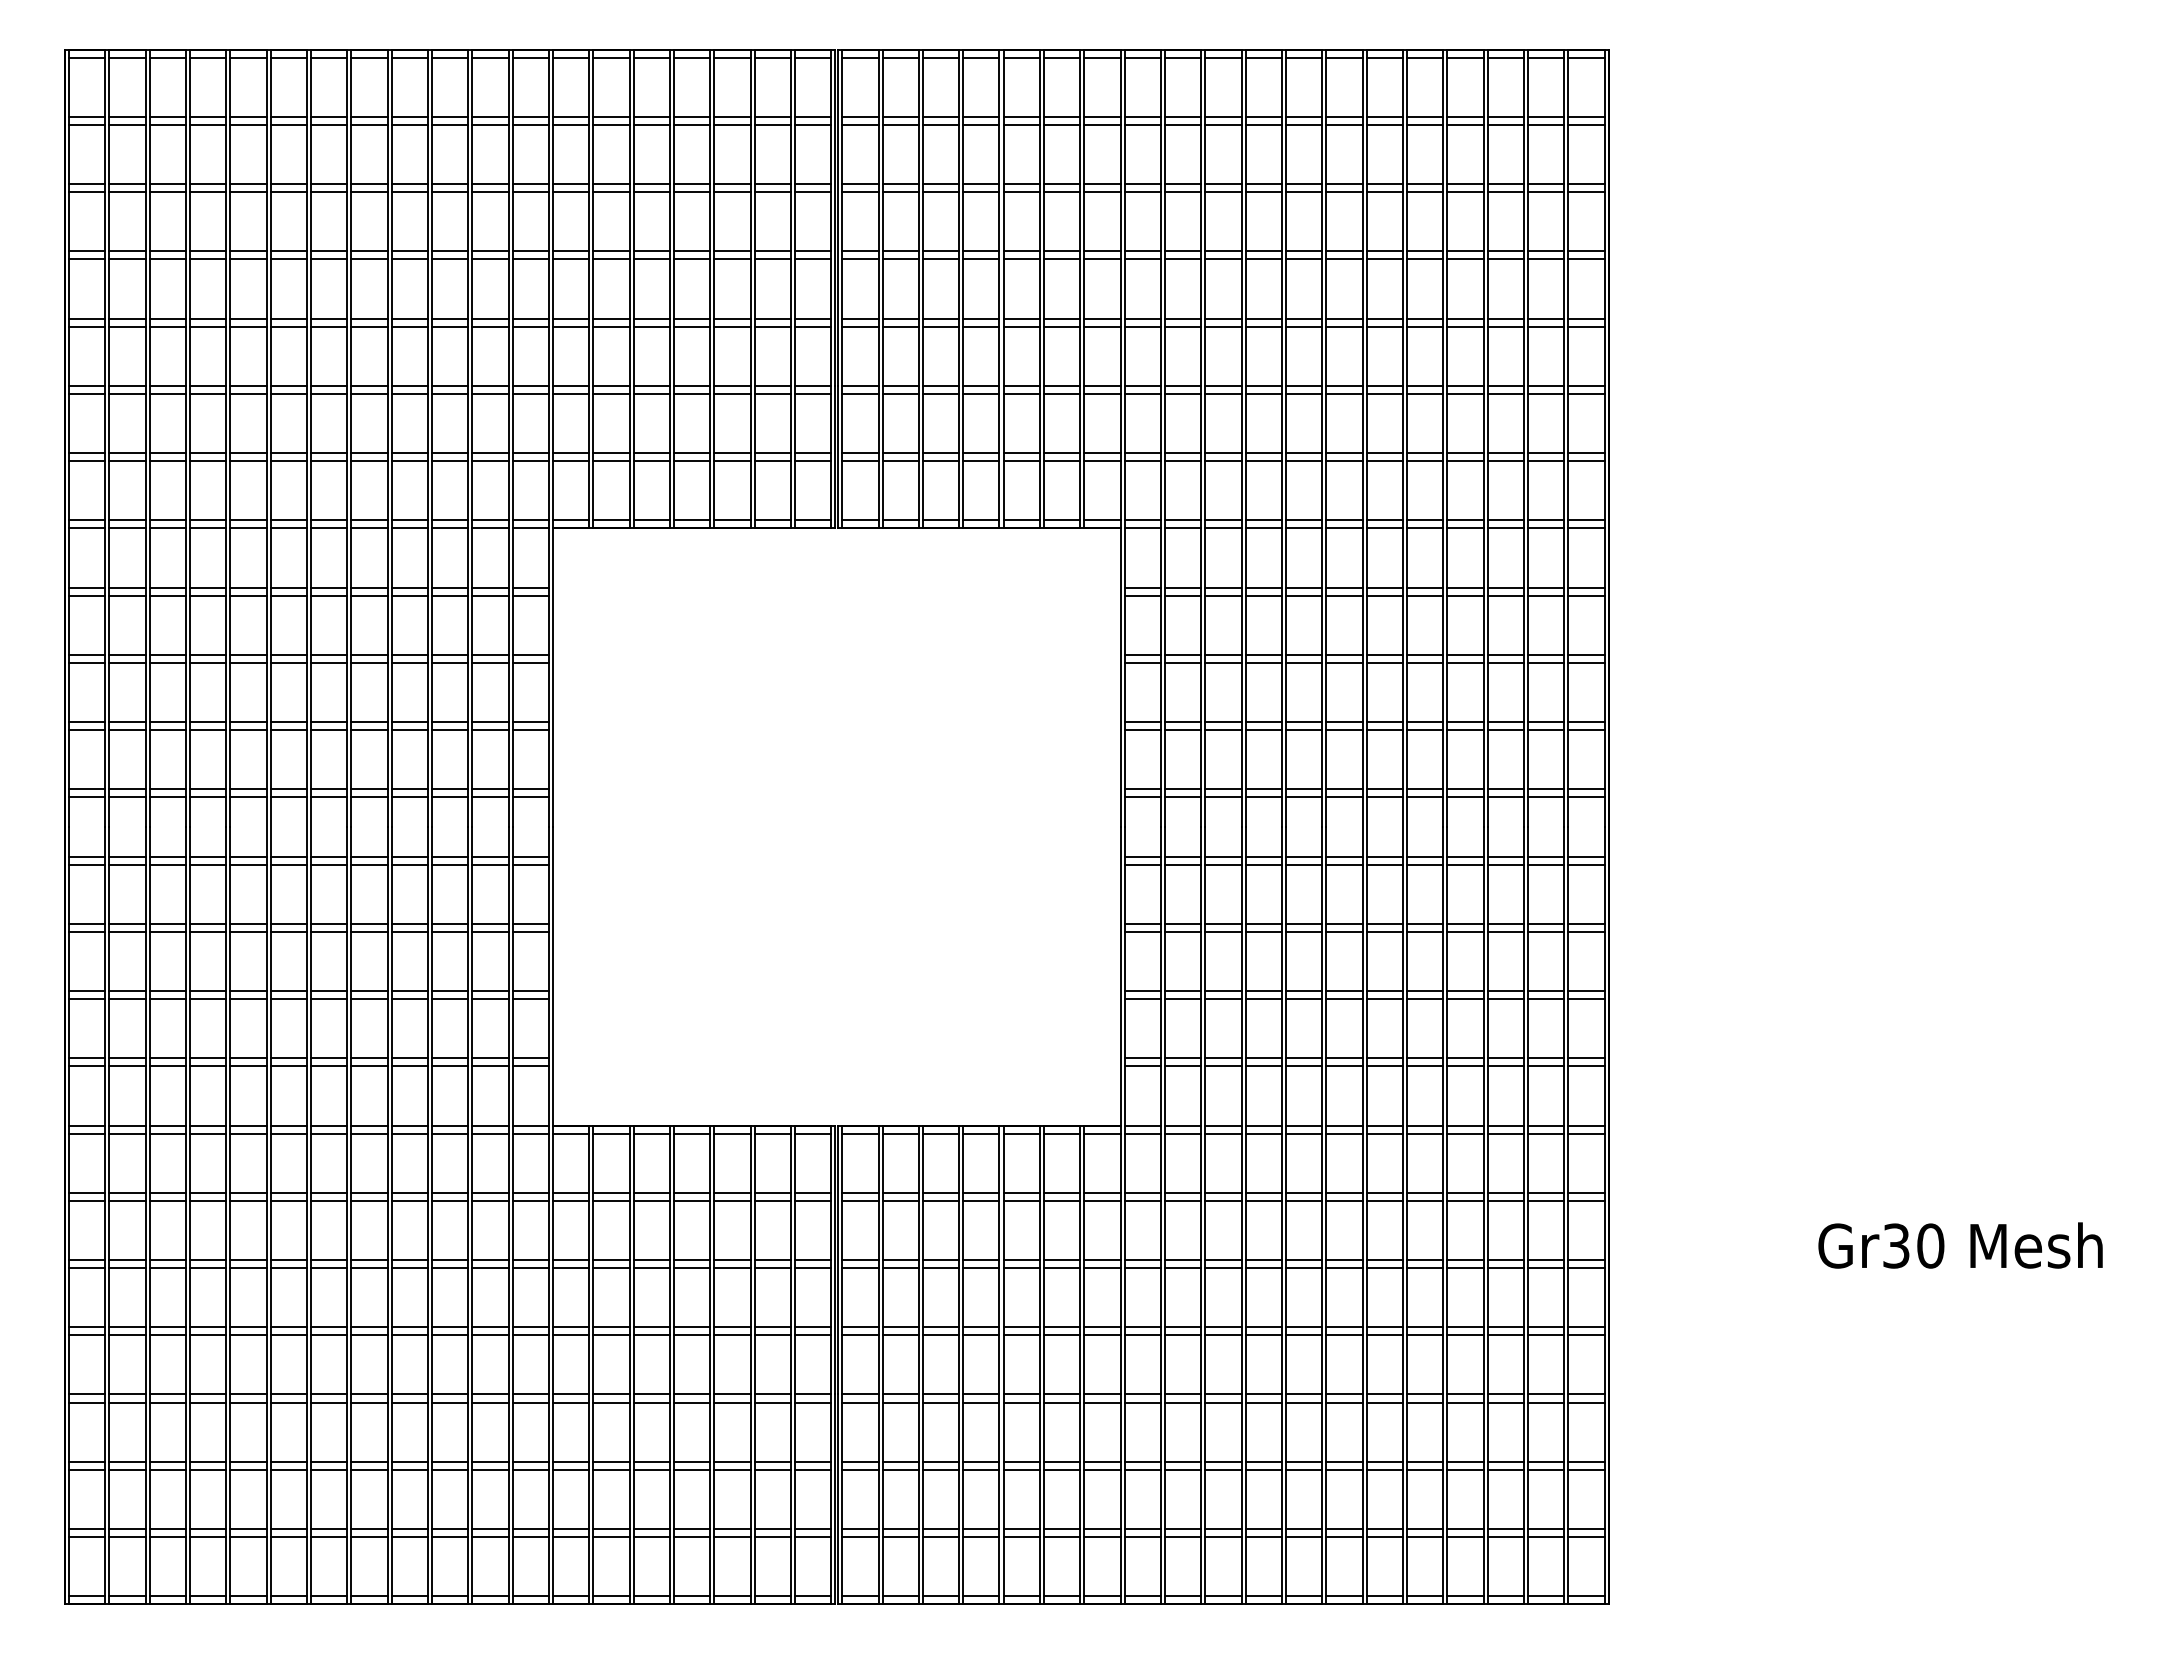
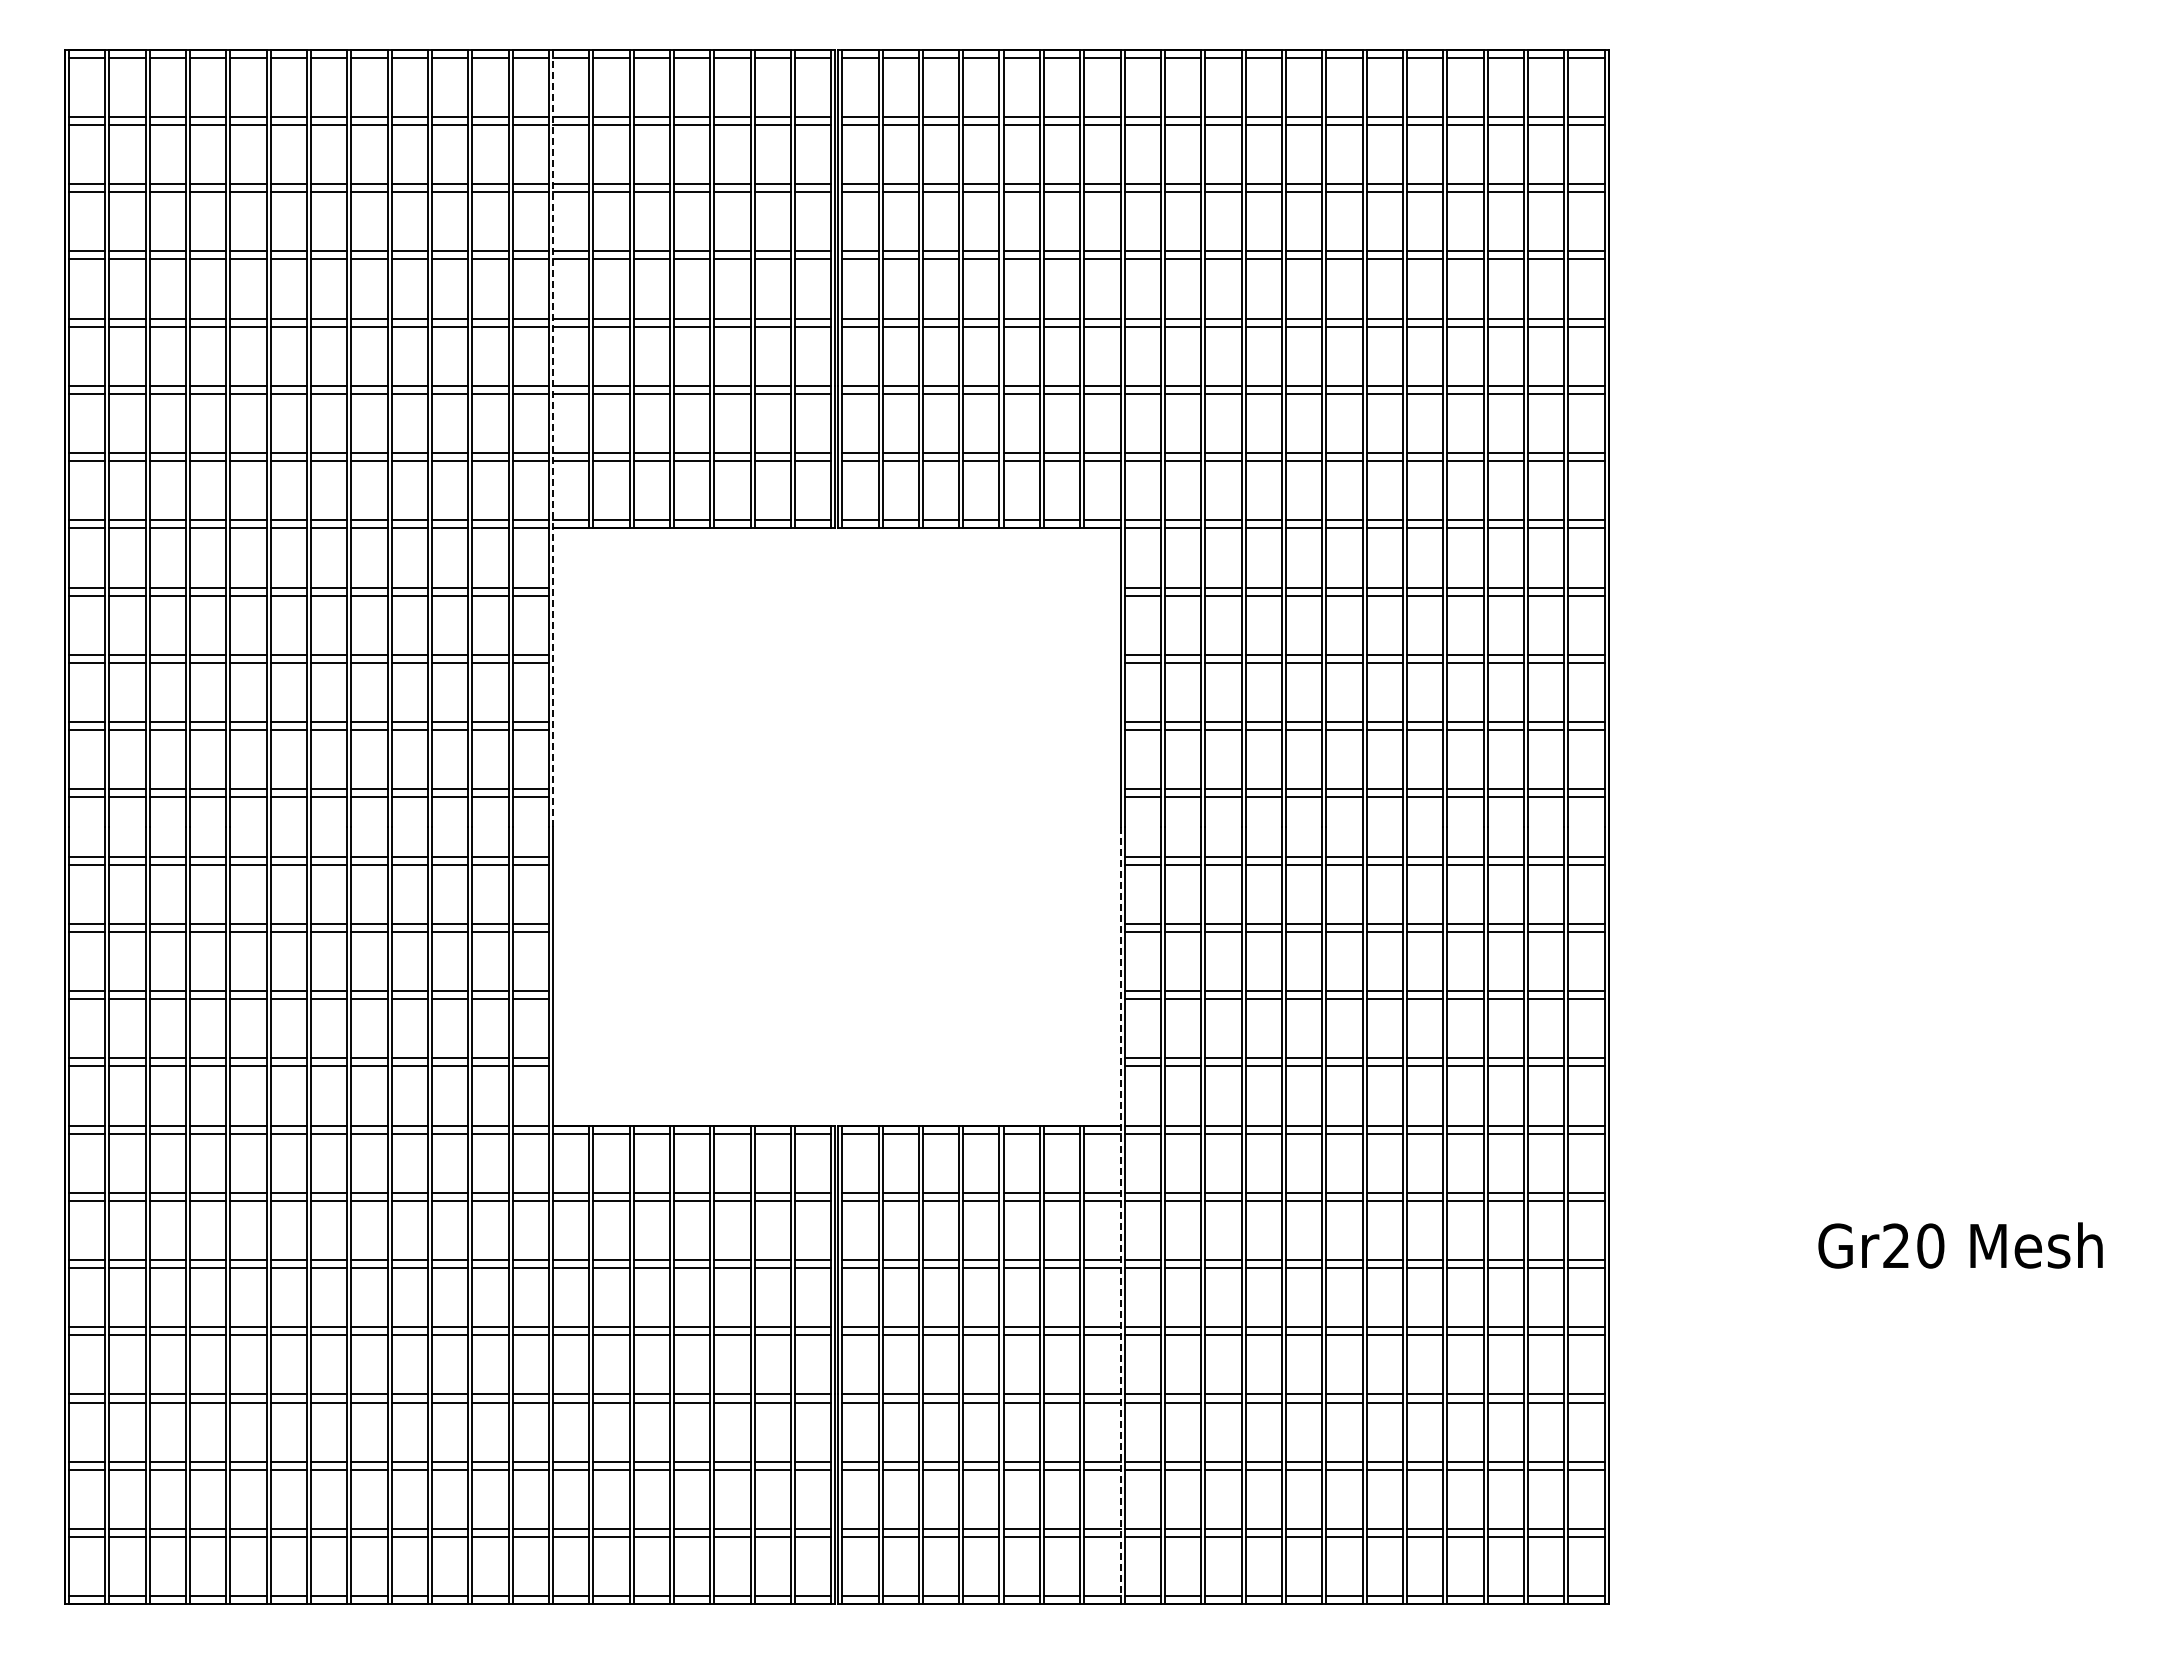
line at (553, 438): solid -> dashed
line at (1120, 1215): solid -> dashed
text at (1896, 1245): Gr30 -> Gr20
